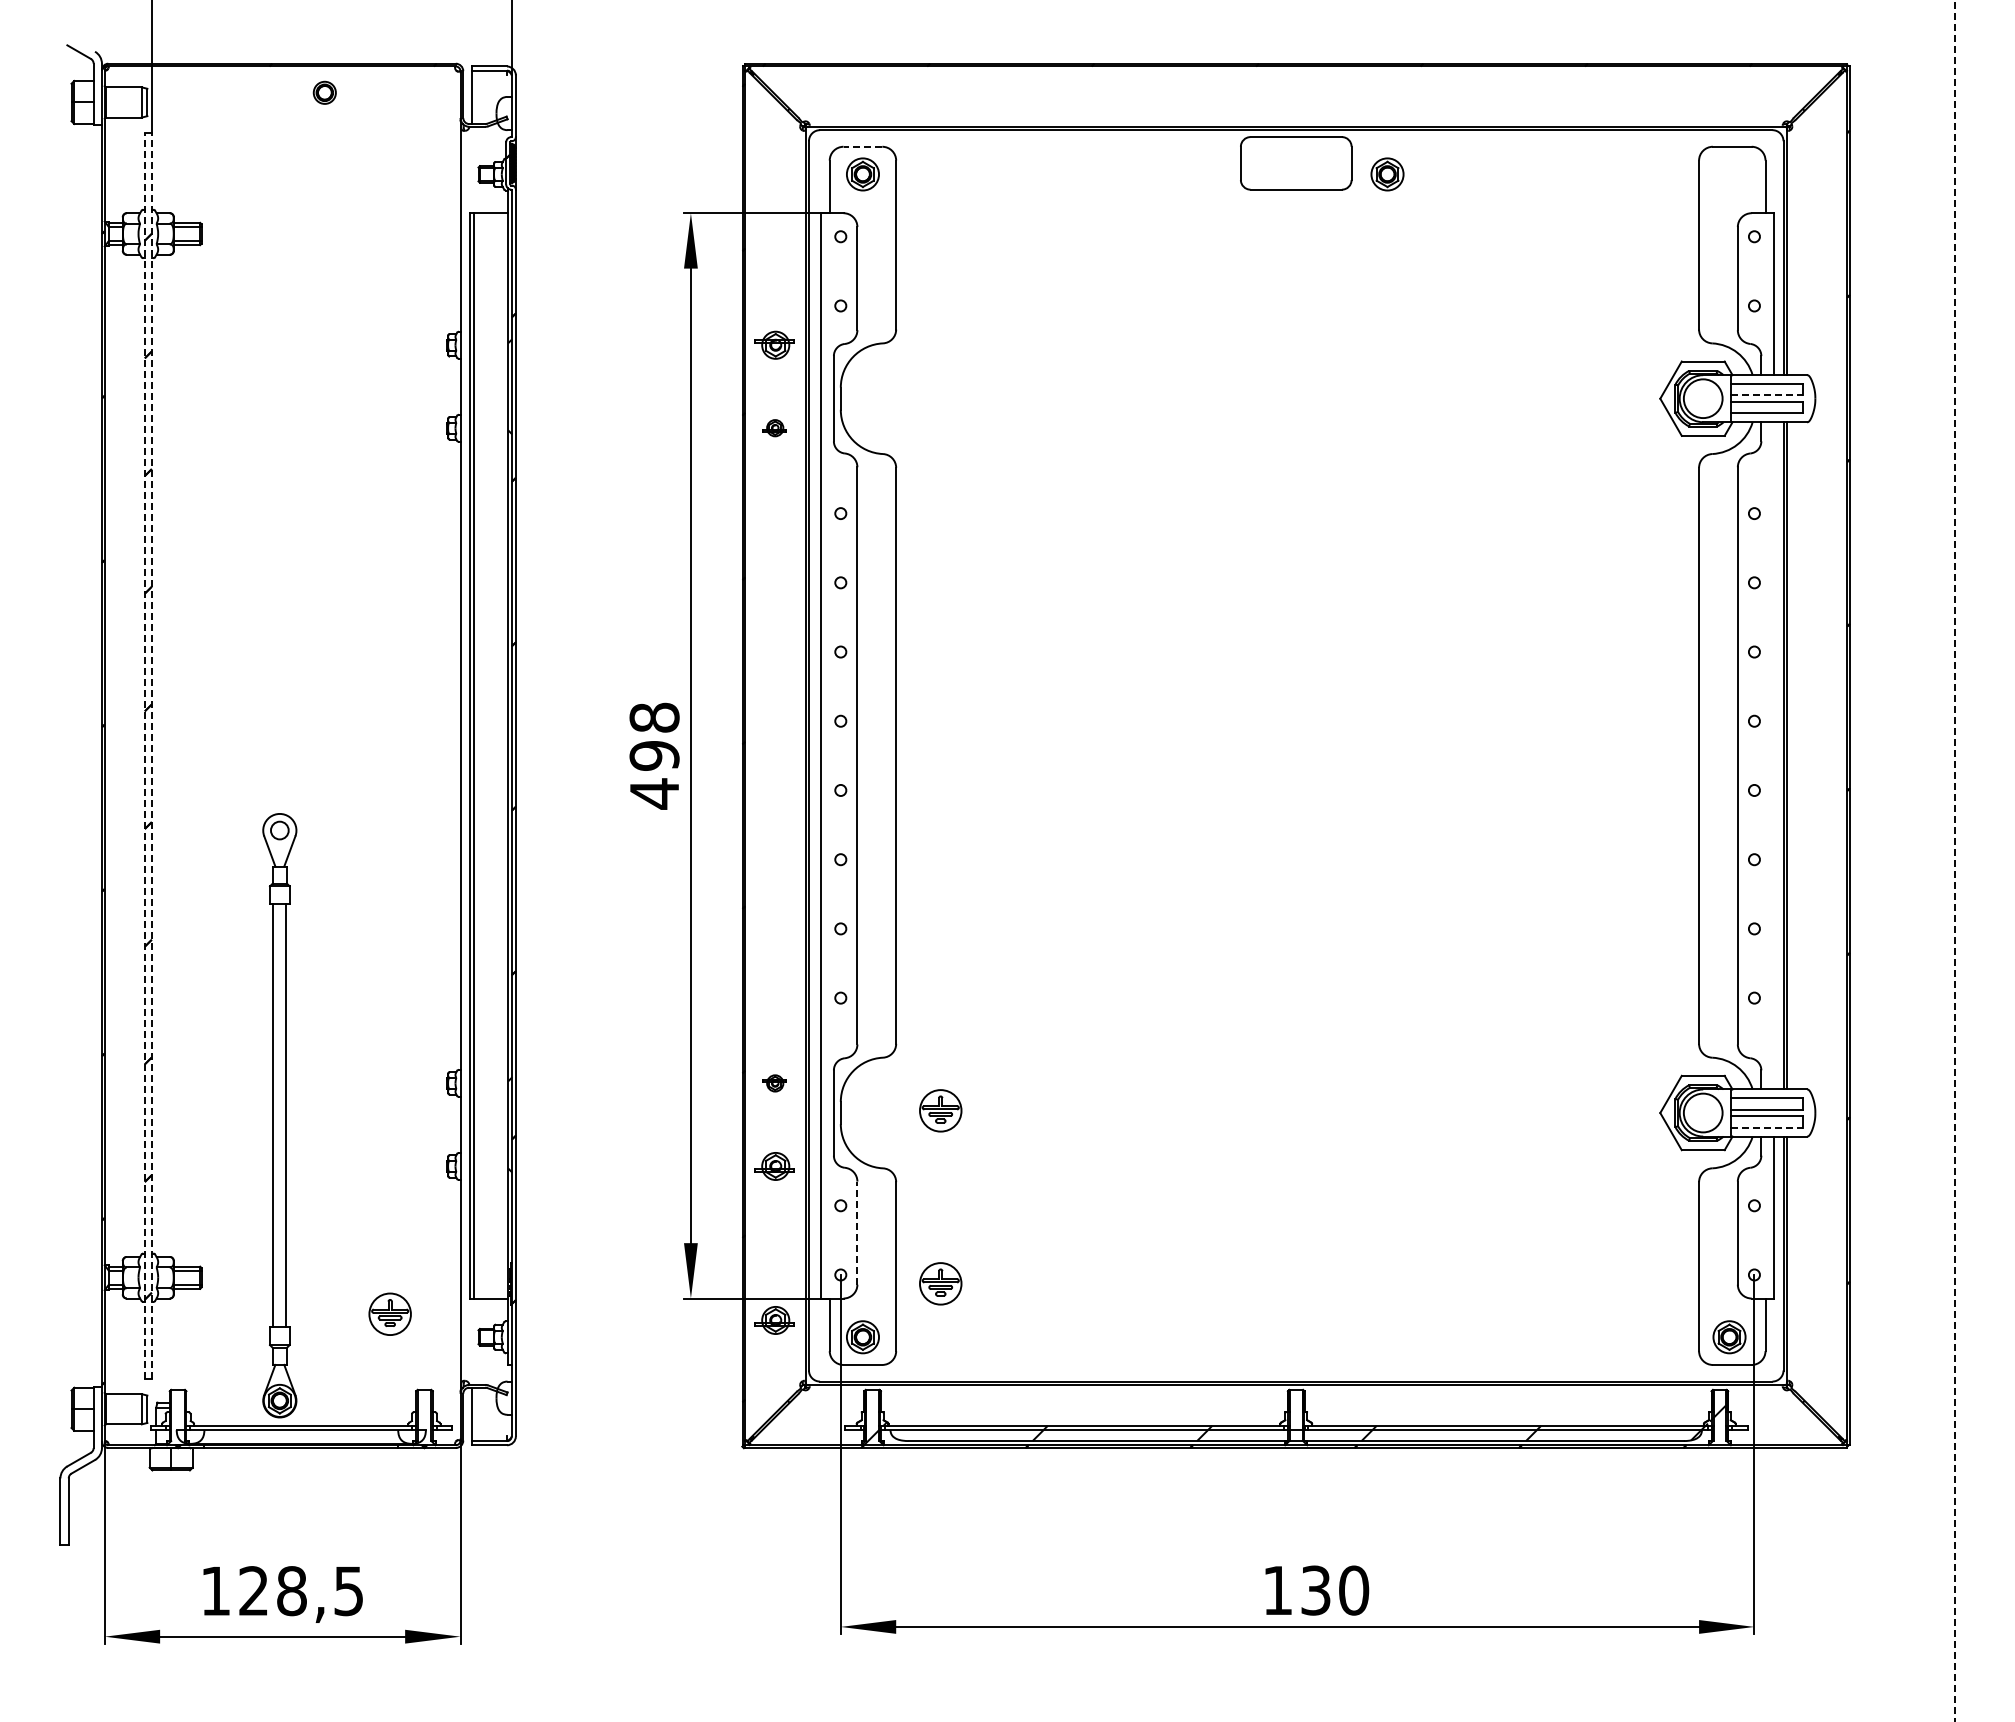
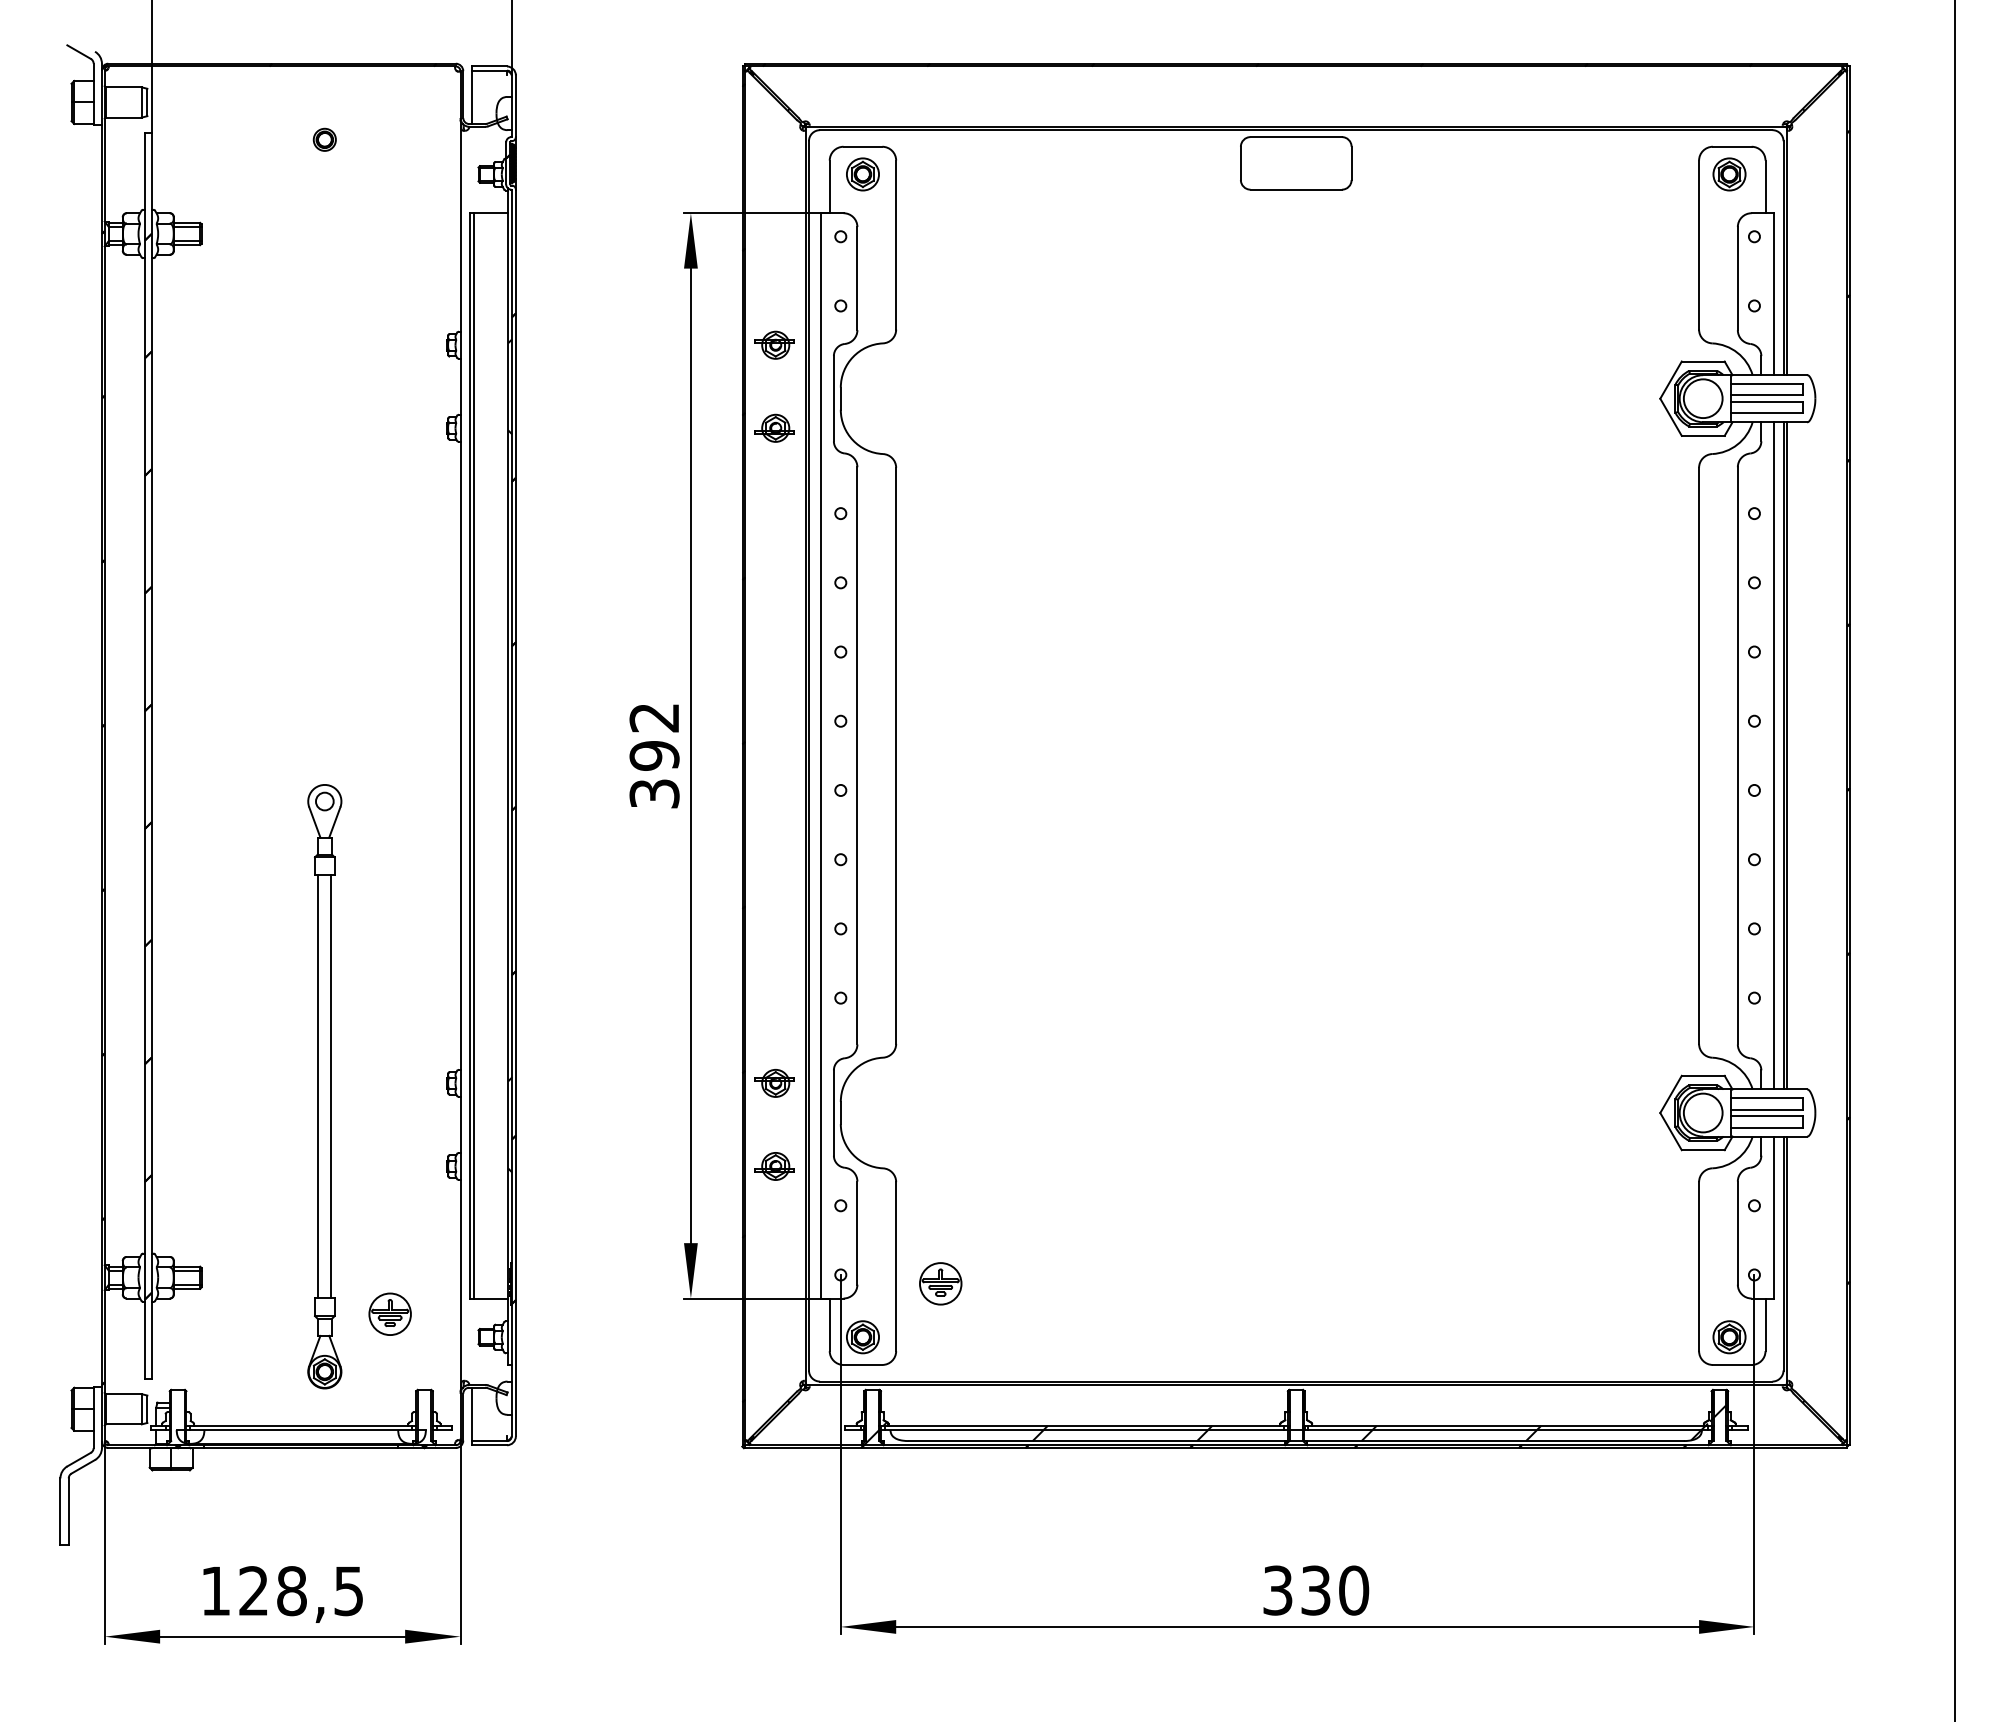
part at (324, 92) position: (324, 92) -> (324, 139)
line at (862, 146): dashed -> solid
part at (1387, 174) position: (1387, 174) -> (1729, 174)
line at (1766, 395): dashed -> solid
part at (774, 428) size: 25x19 px -> 41x30 px
line at (144, 755): dashed -> solid
line at (151, 755): dashed -> solid
text at (654, 755): 498 -> 392
line at (1773, 755): none -> present
line at (1954, 860): dashed -> solid
part at (774, 1083) size: 25x19 px -> 41x29 px
part at (940, 1110): present -> none
part at (279, 1115) position: (279, 1115) -> (324, 1086)
line at (1766, 1127): dashed -> solid
line at (857, 1233): dashed -> solid
part at (774, 1320): present -> none
text at (1277, 1590): 130 -> 330
